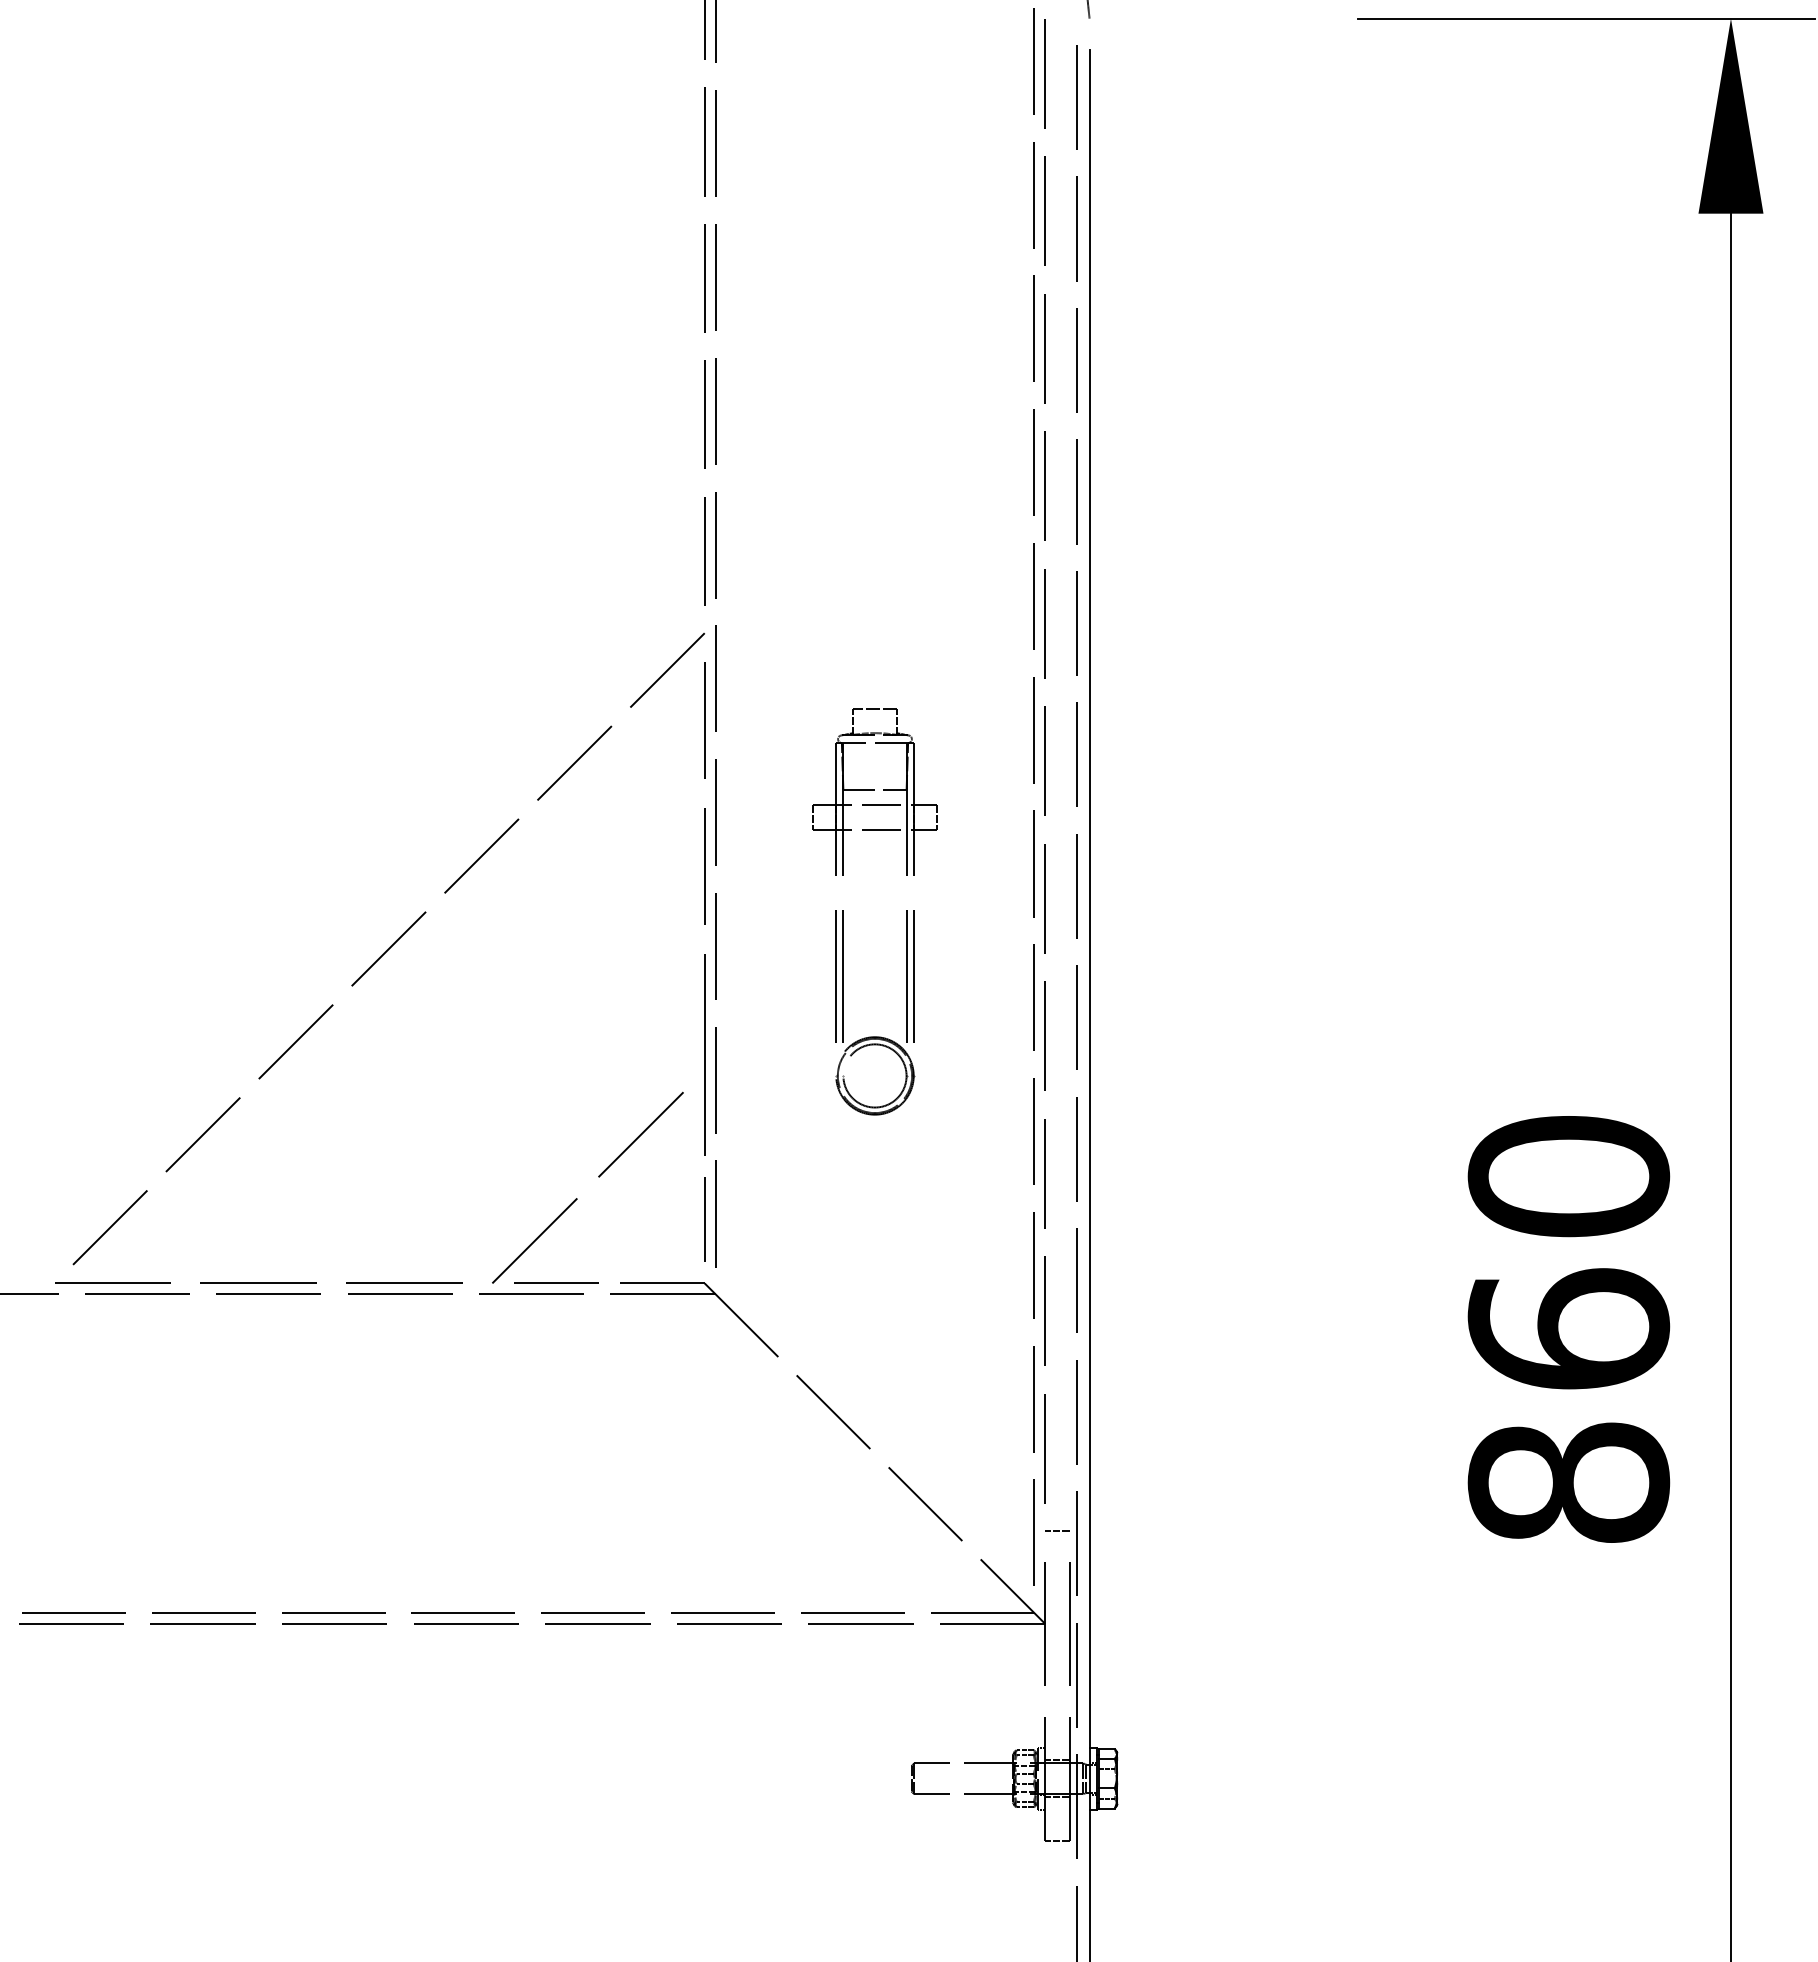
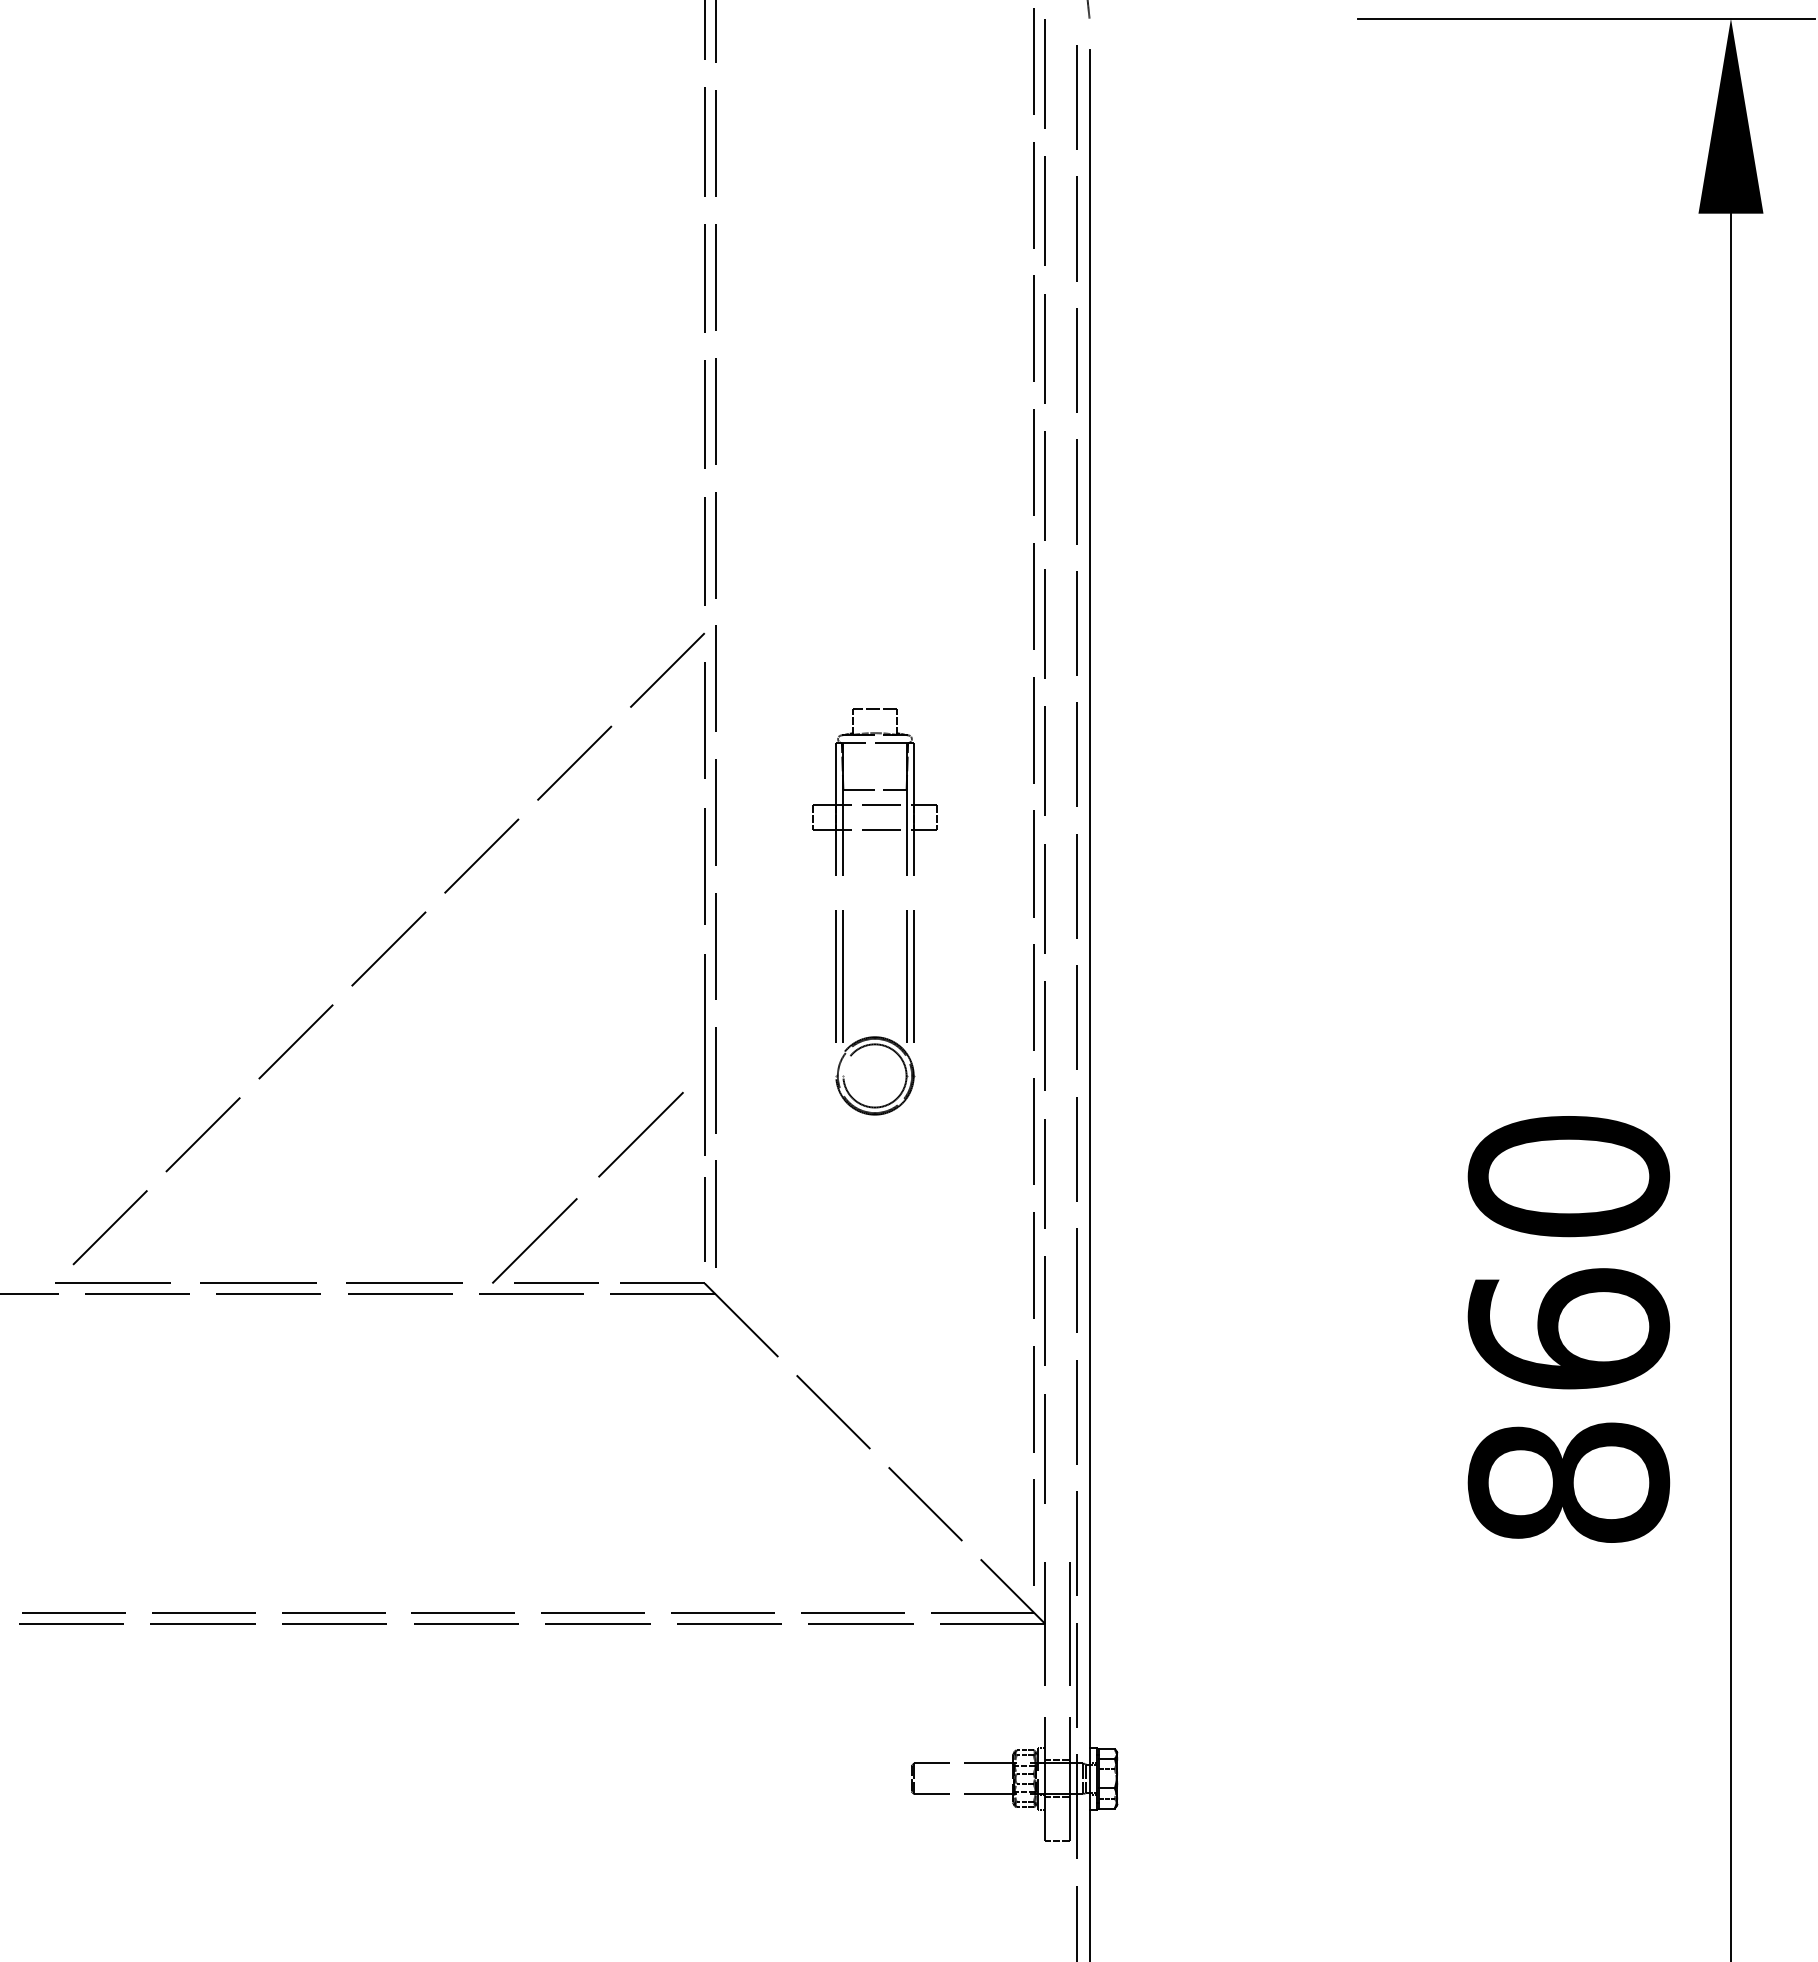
line at (1057, 1531): present -> none
